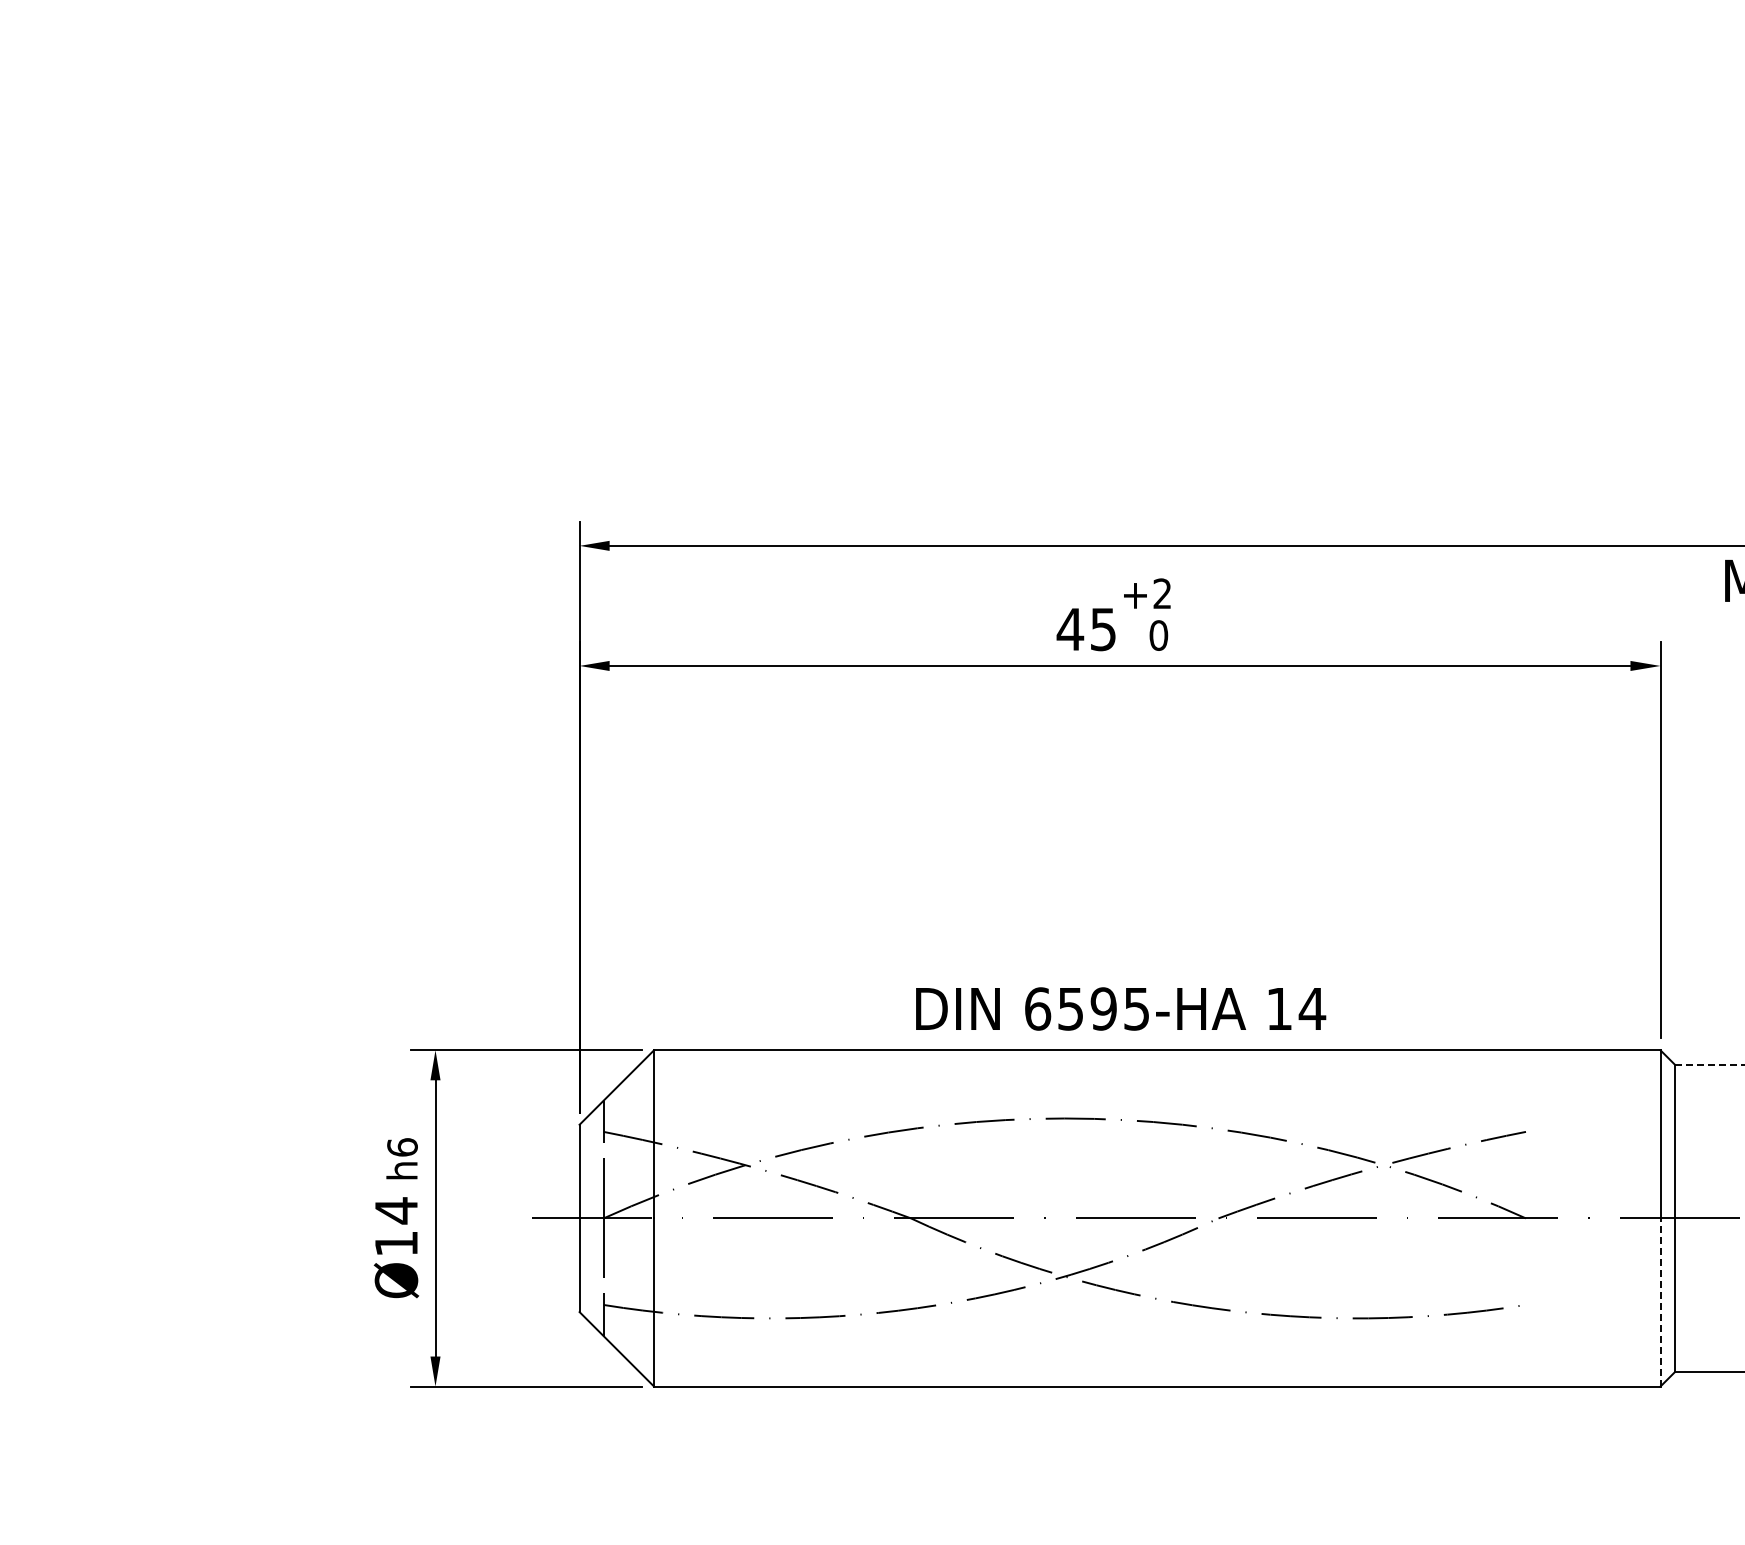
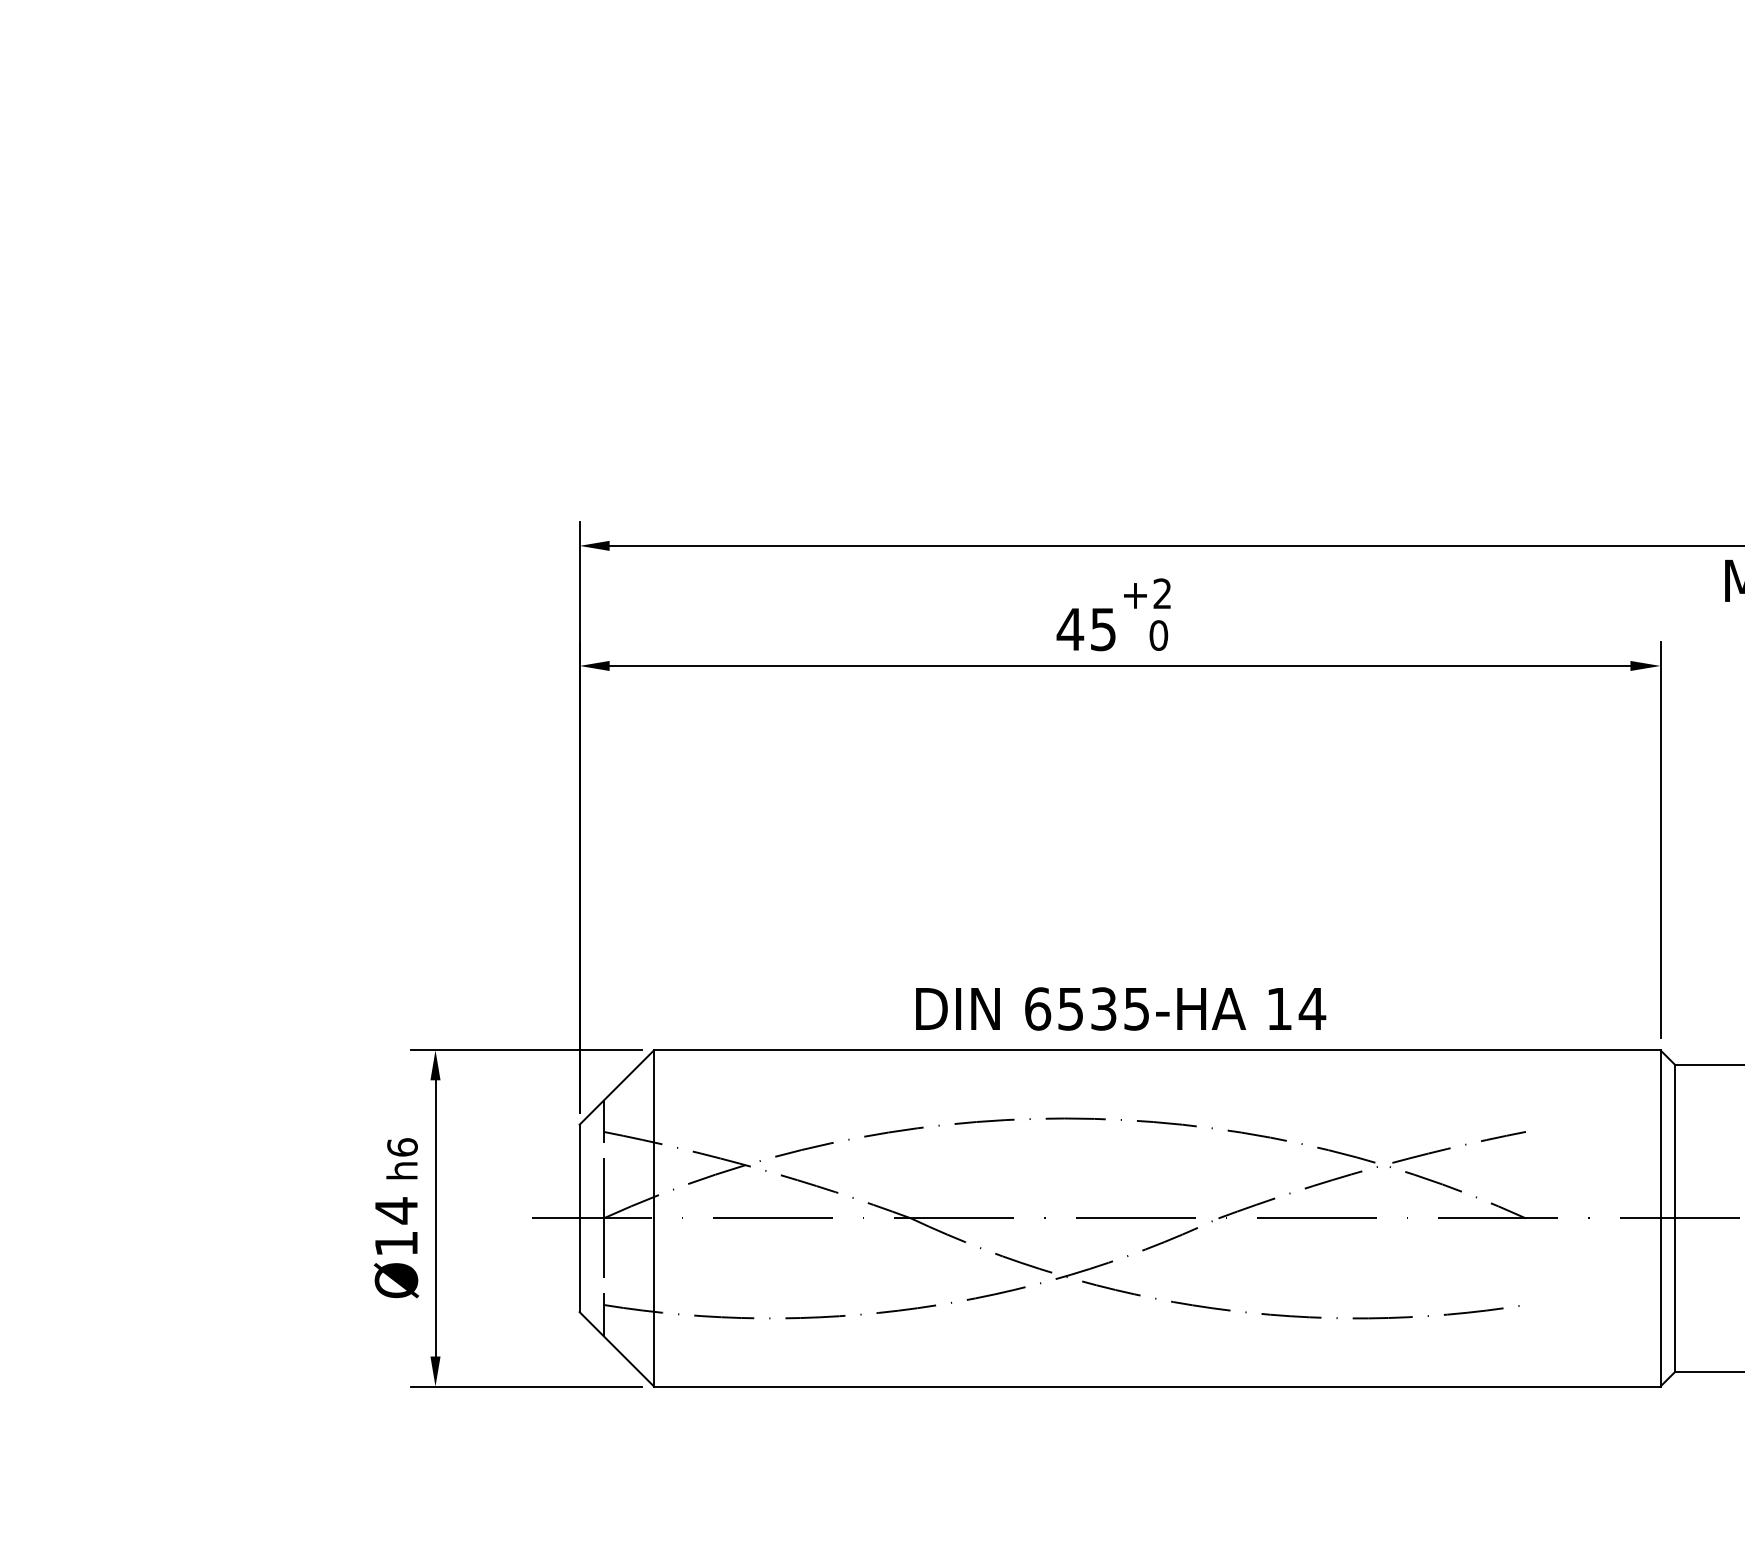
text at (1103, 1008): 6595-HA -> 6535-HA
line at (1709, 1064): dashed -> solid
line at (1660, 1301): dashed -> solid
